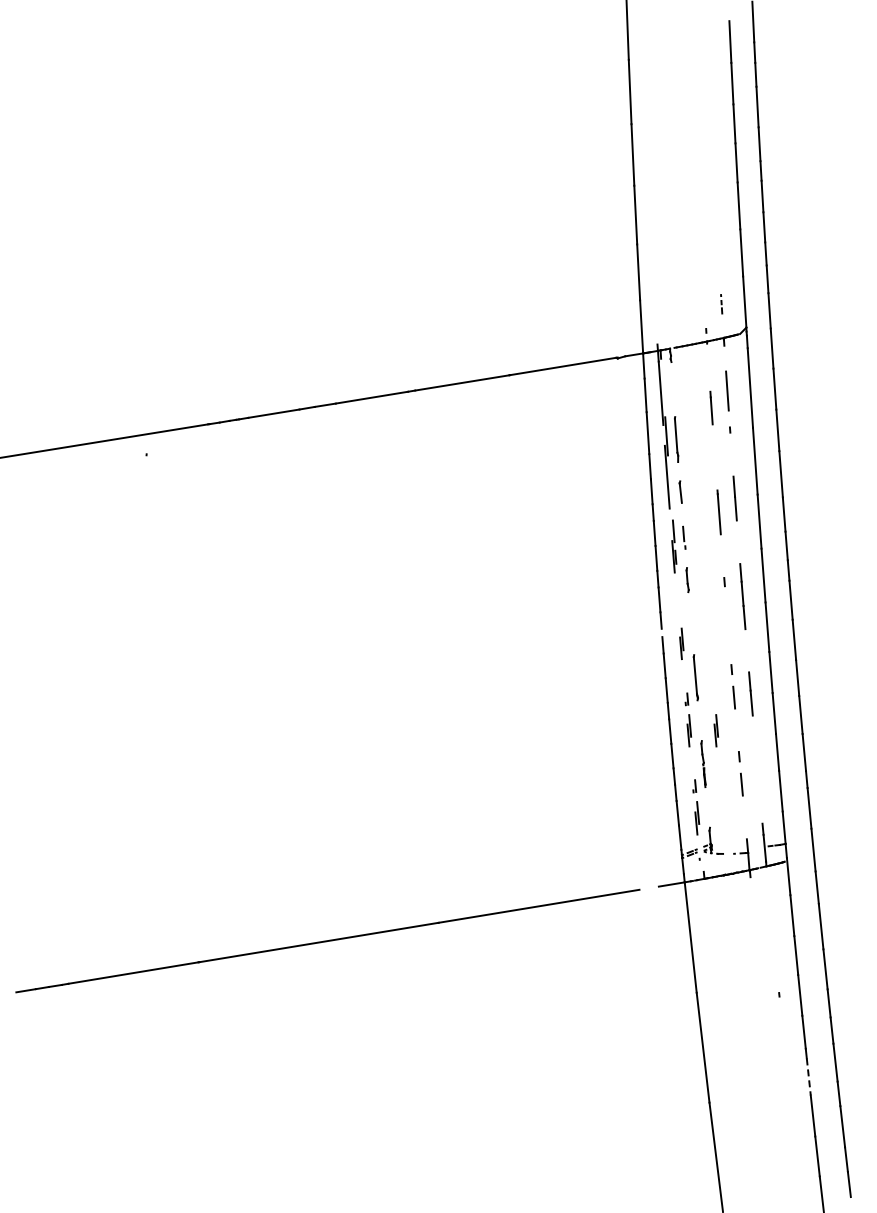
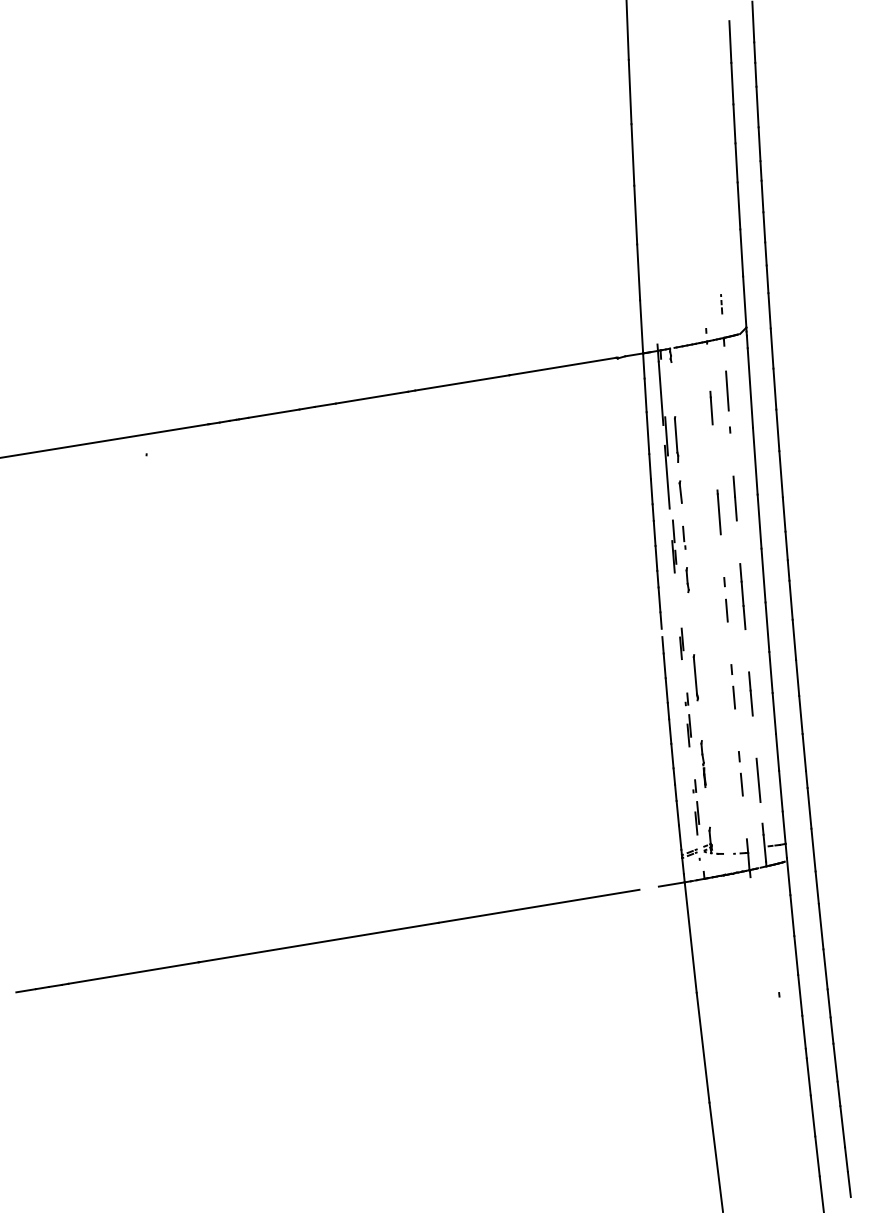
line at (726, 610): none -> present
part at (715, 730): present -> none
line at (758, 780): none -> present
line at (808, 1077): dashed -> solid
